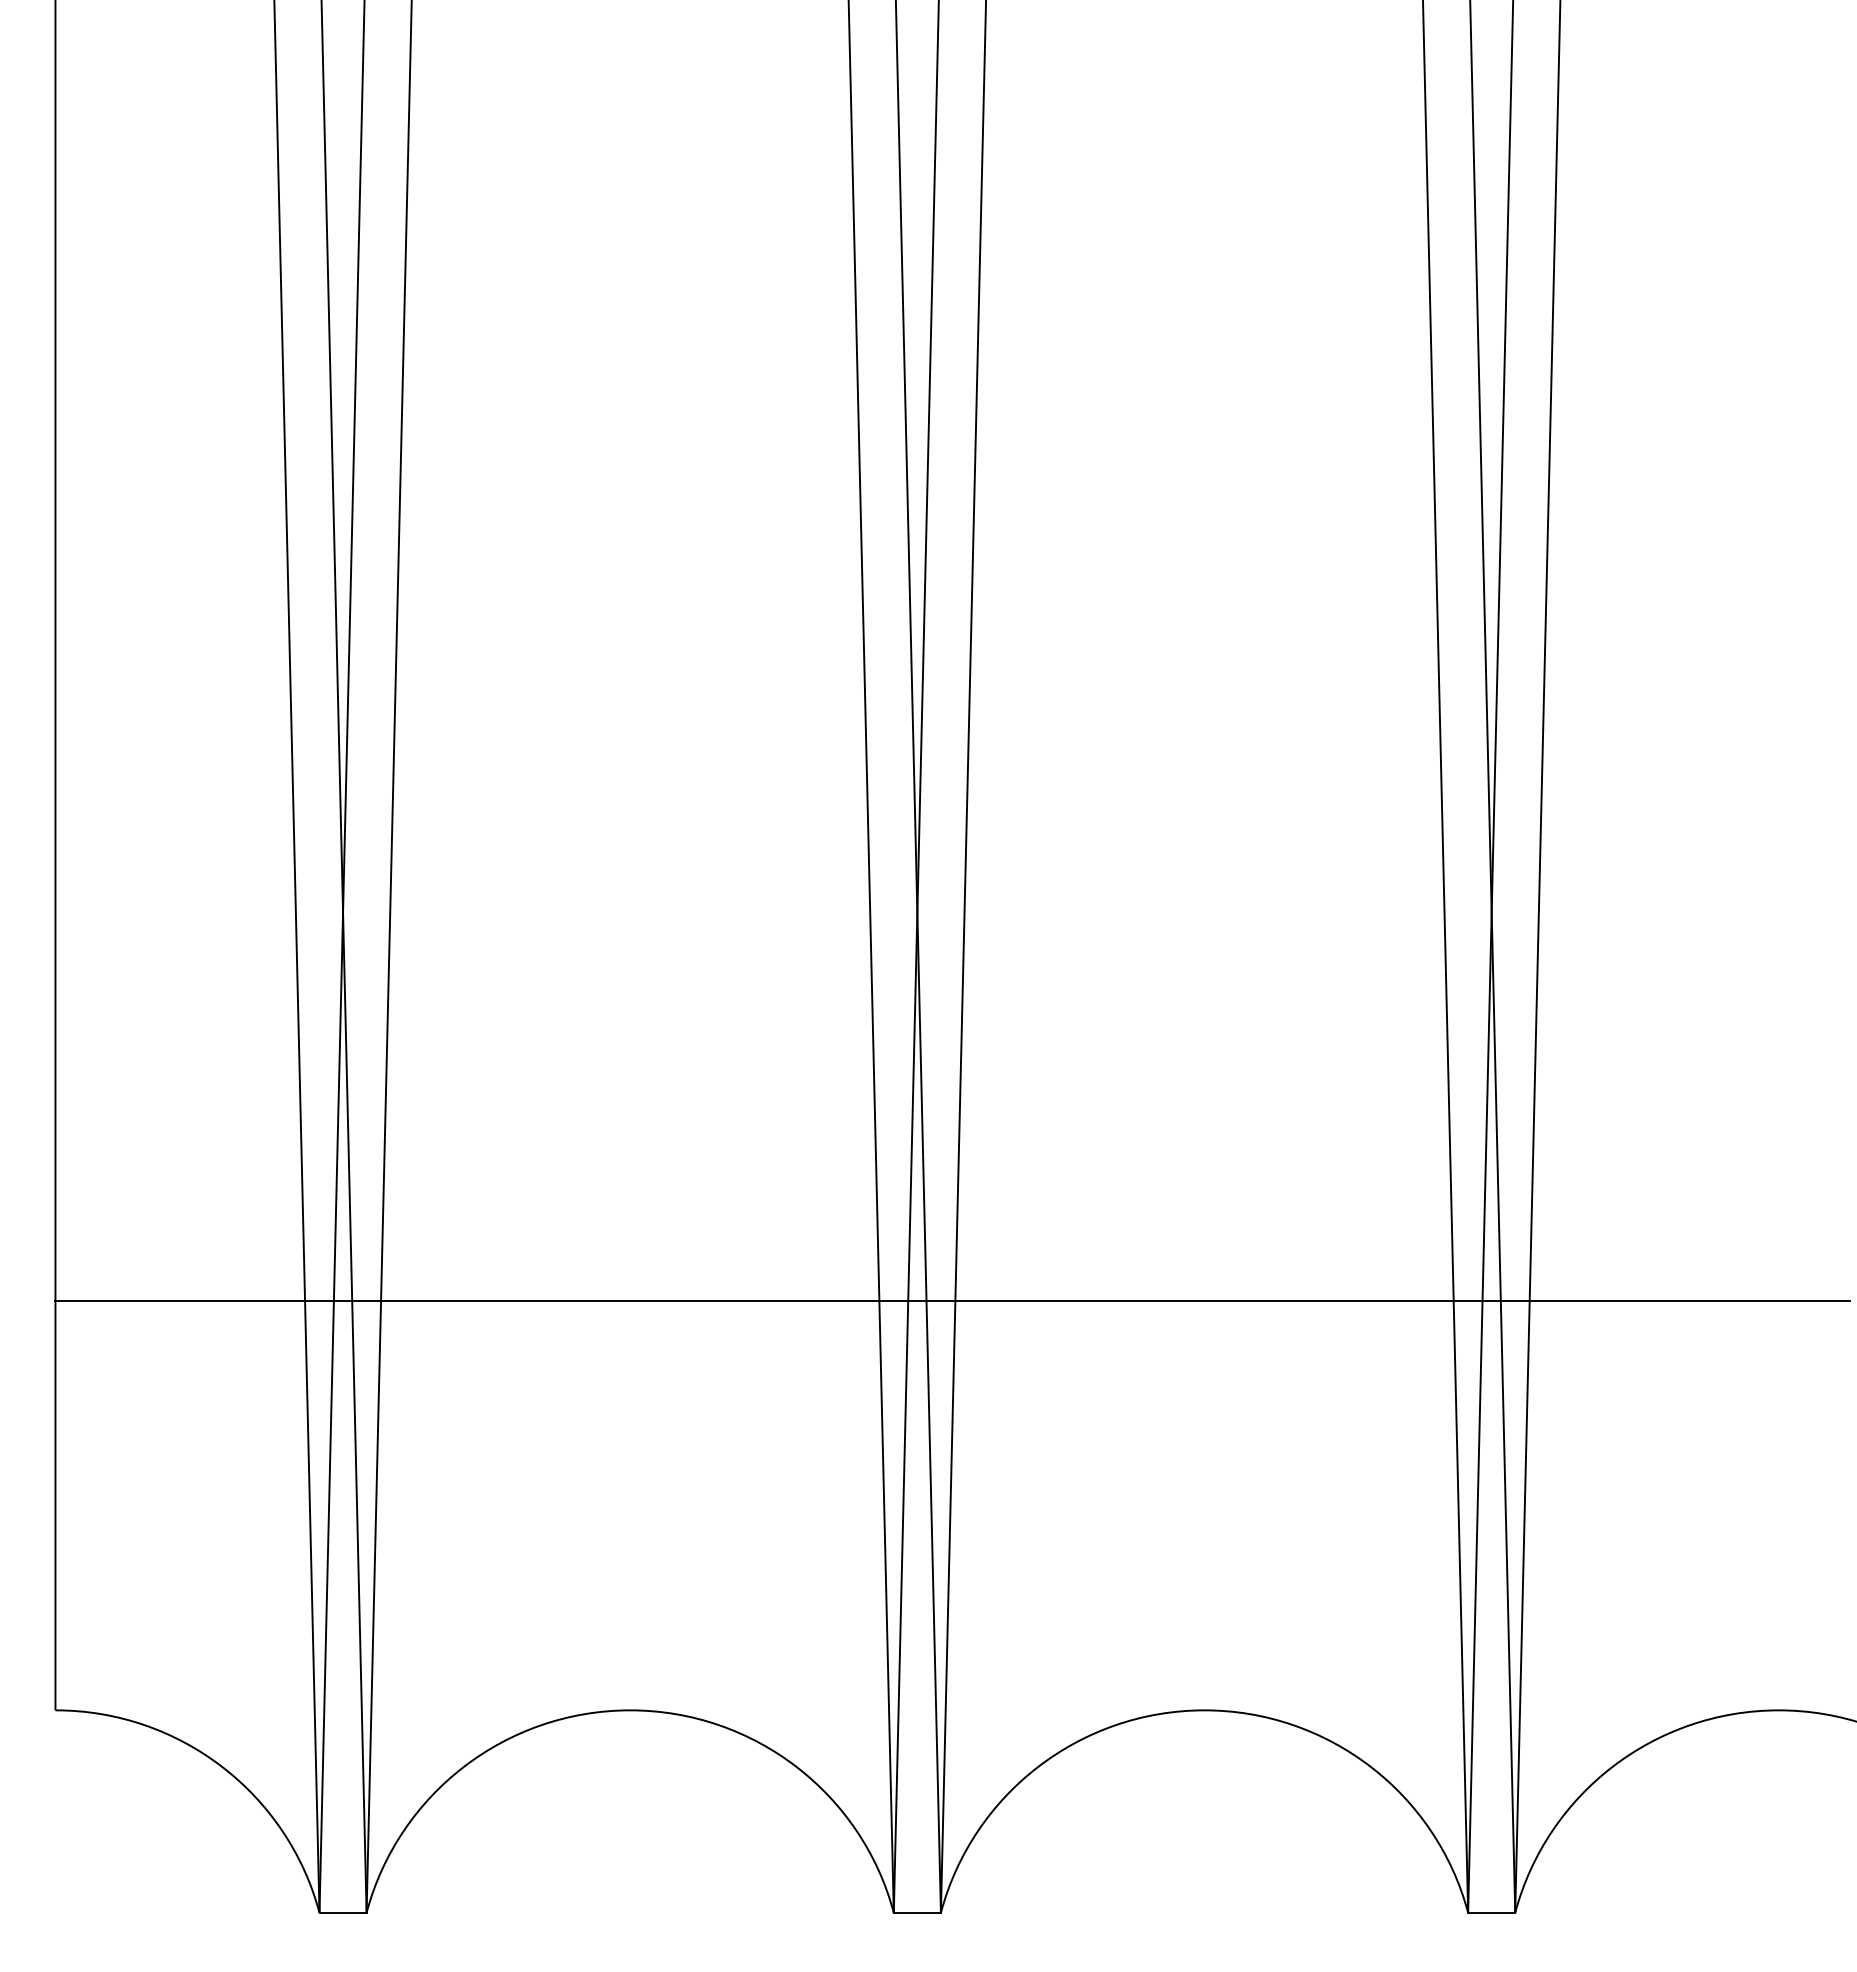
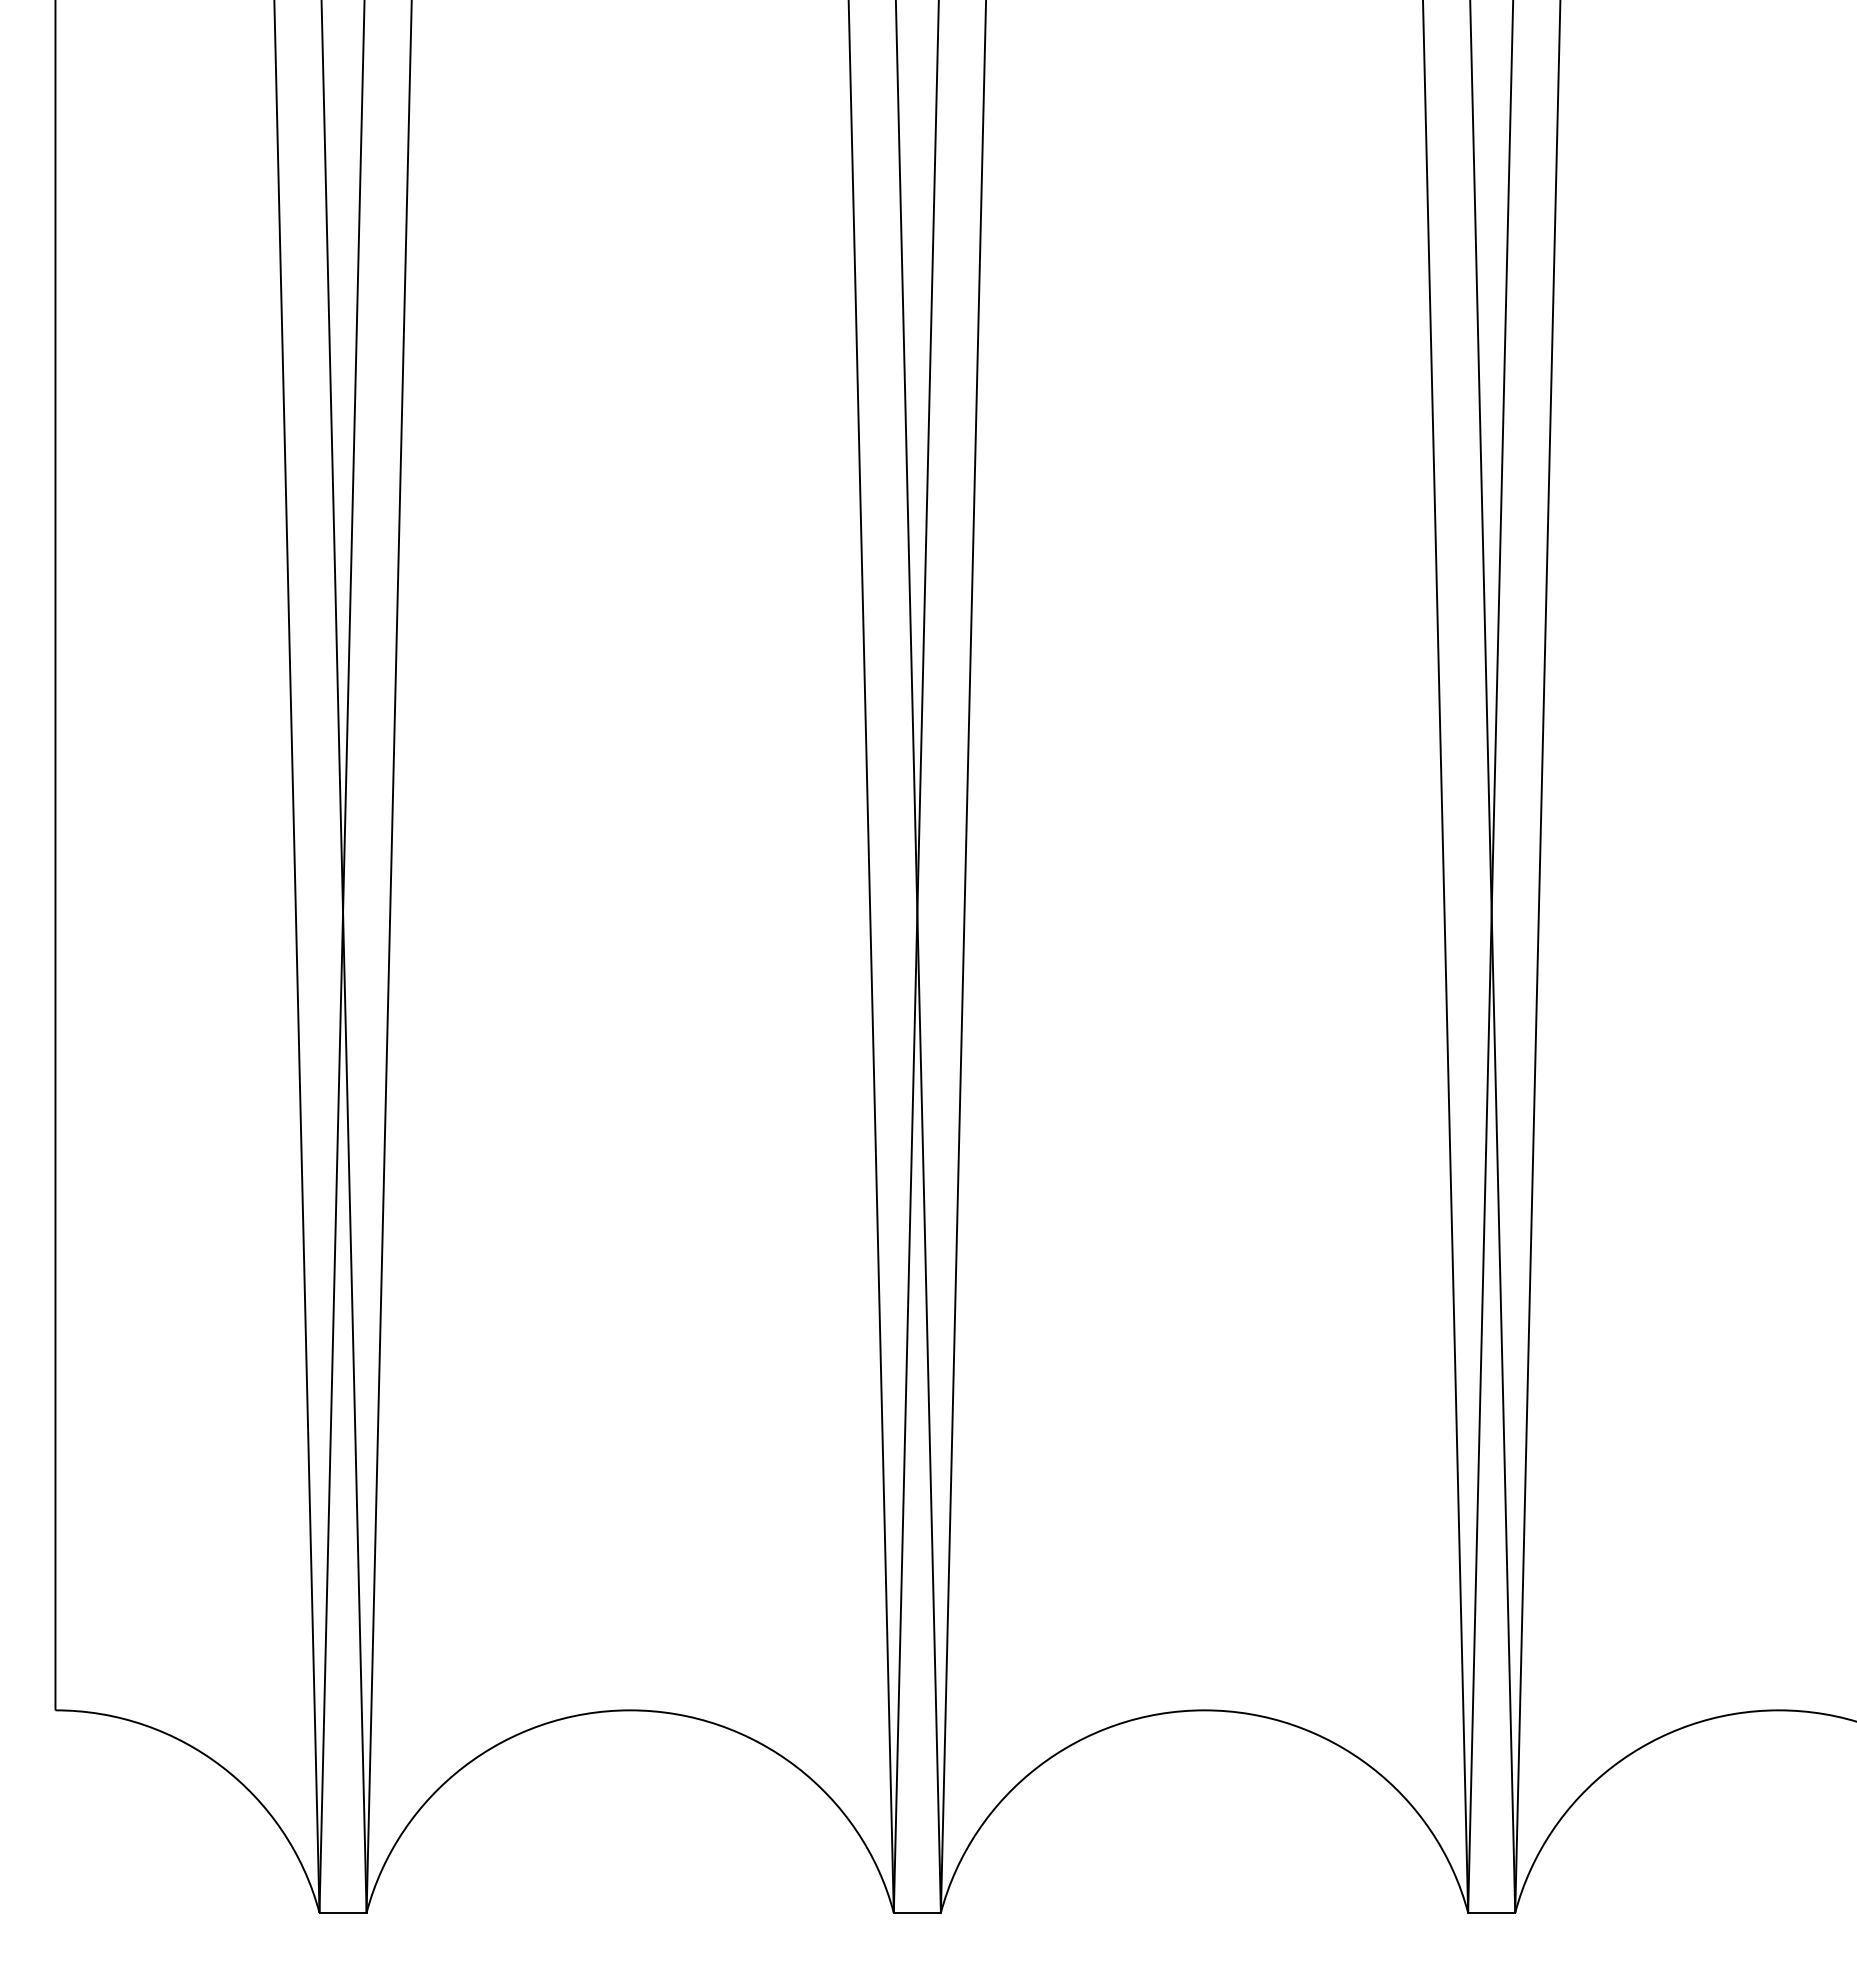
line at (952, 1300): present -> none
